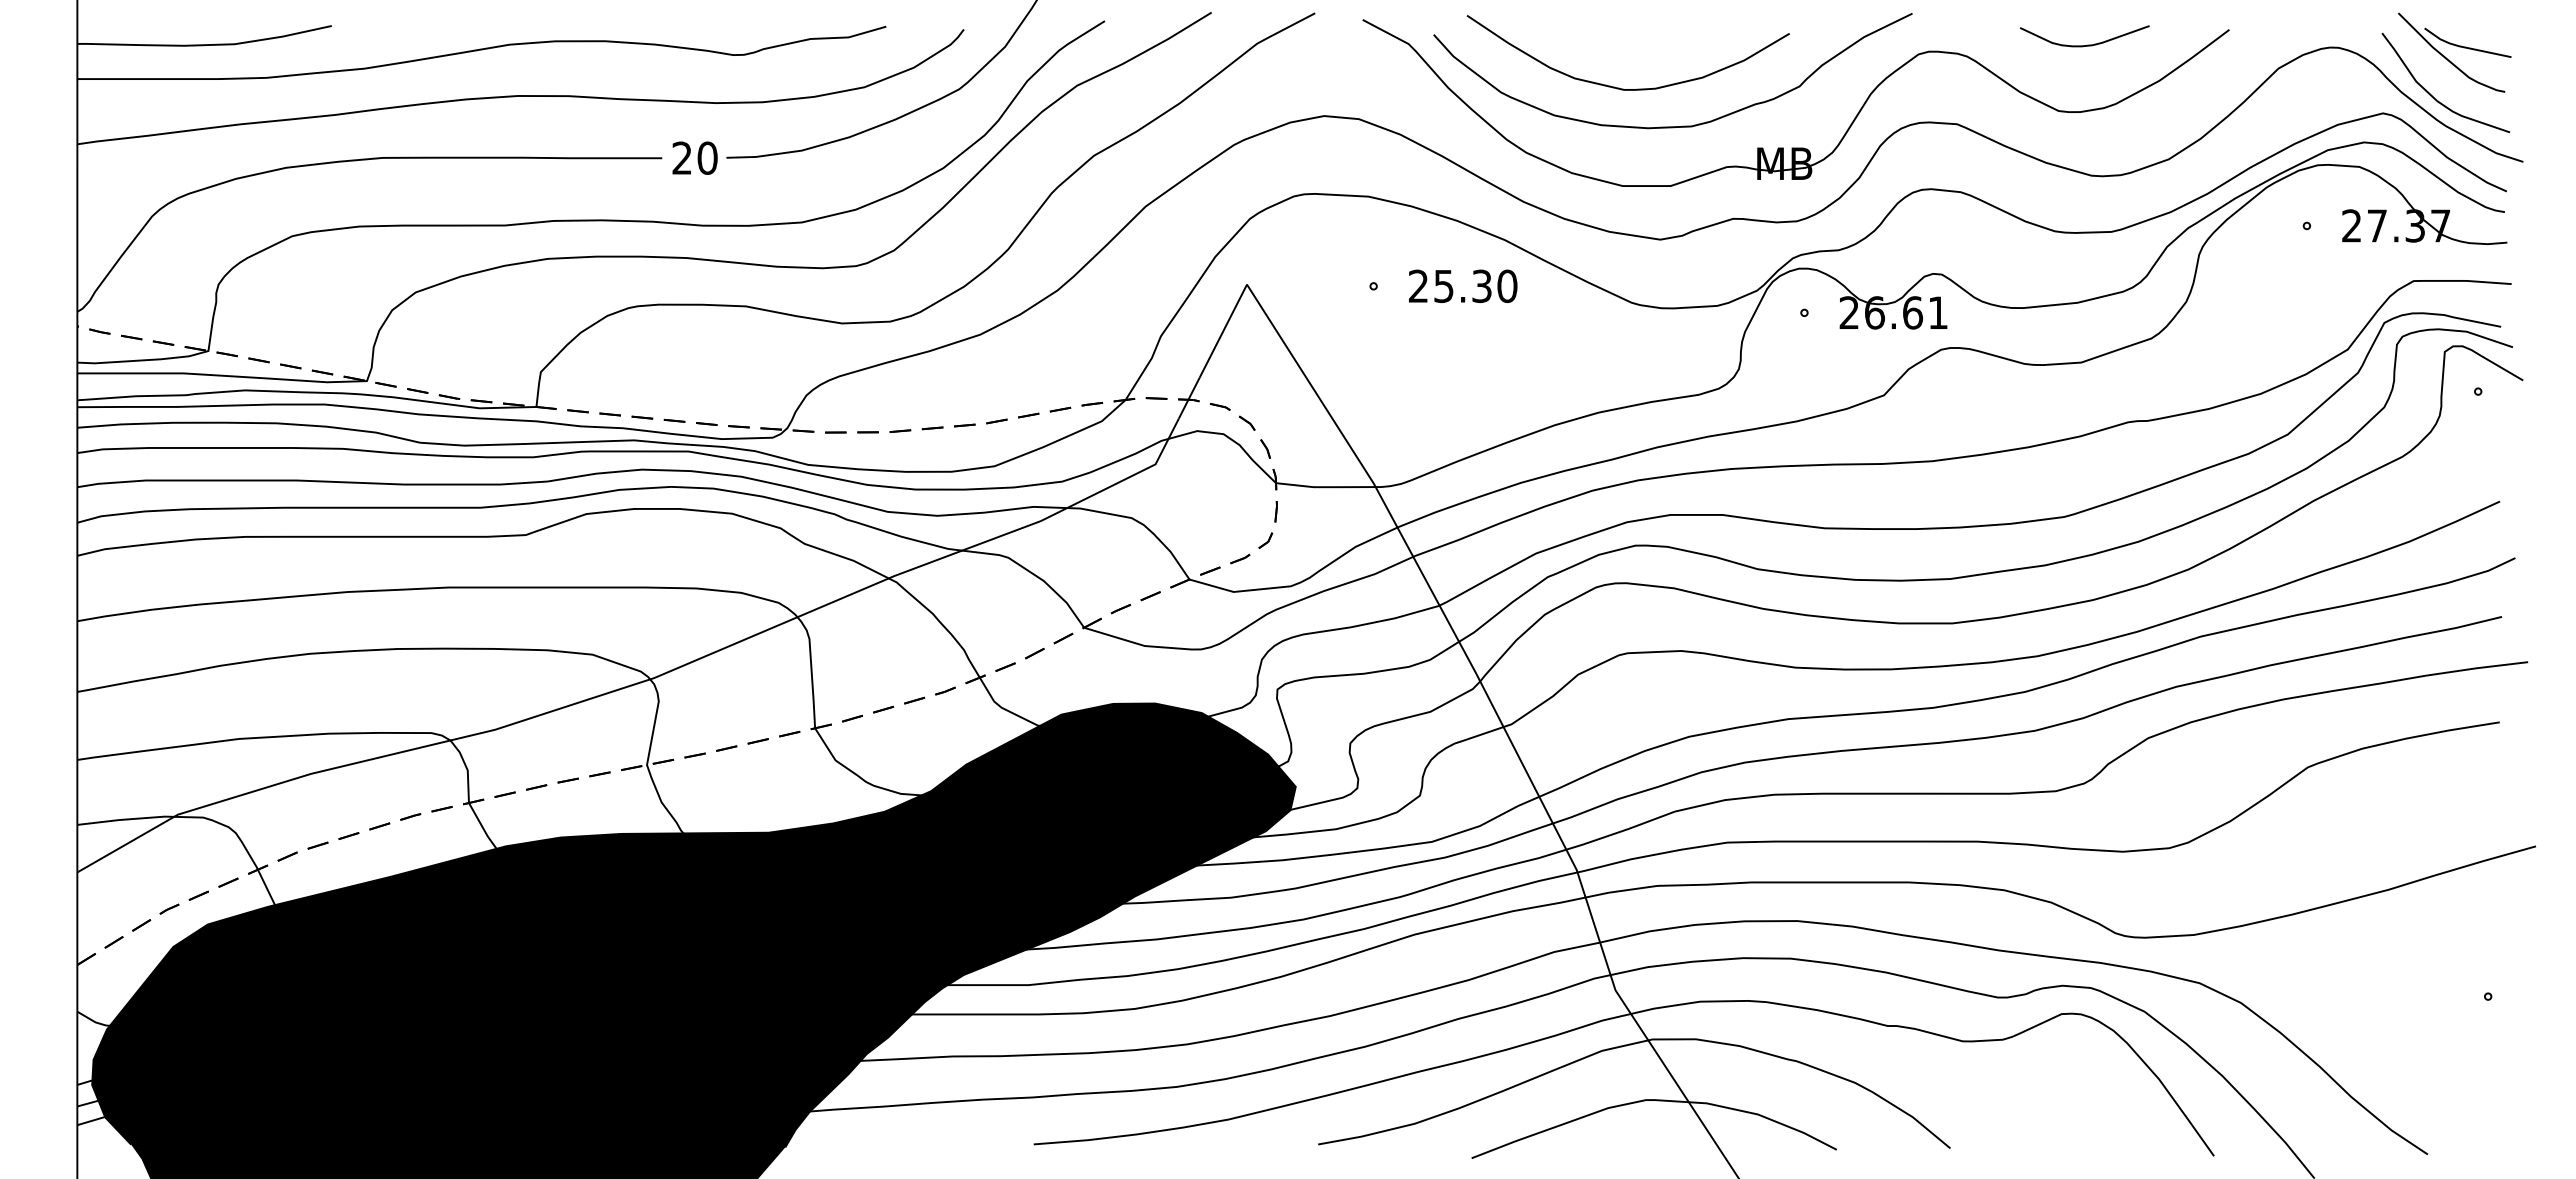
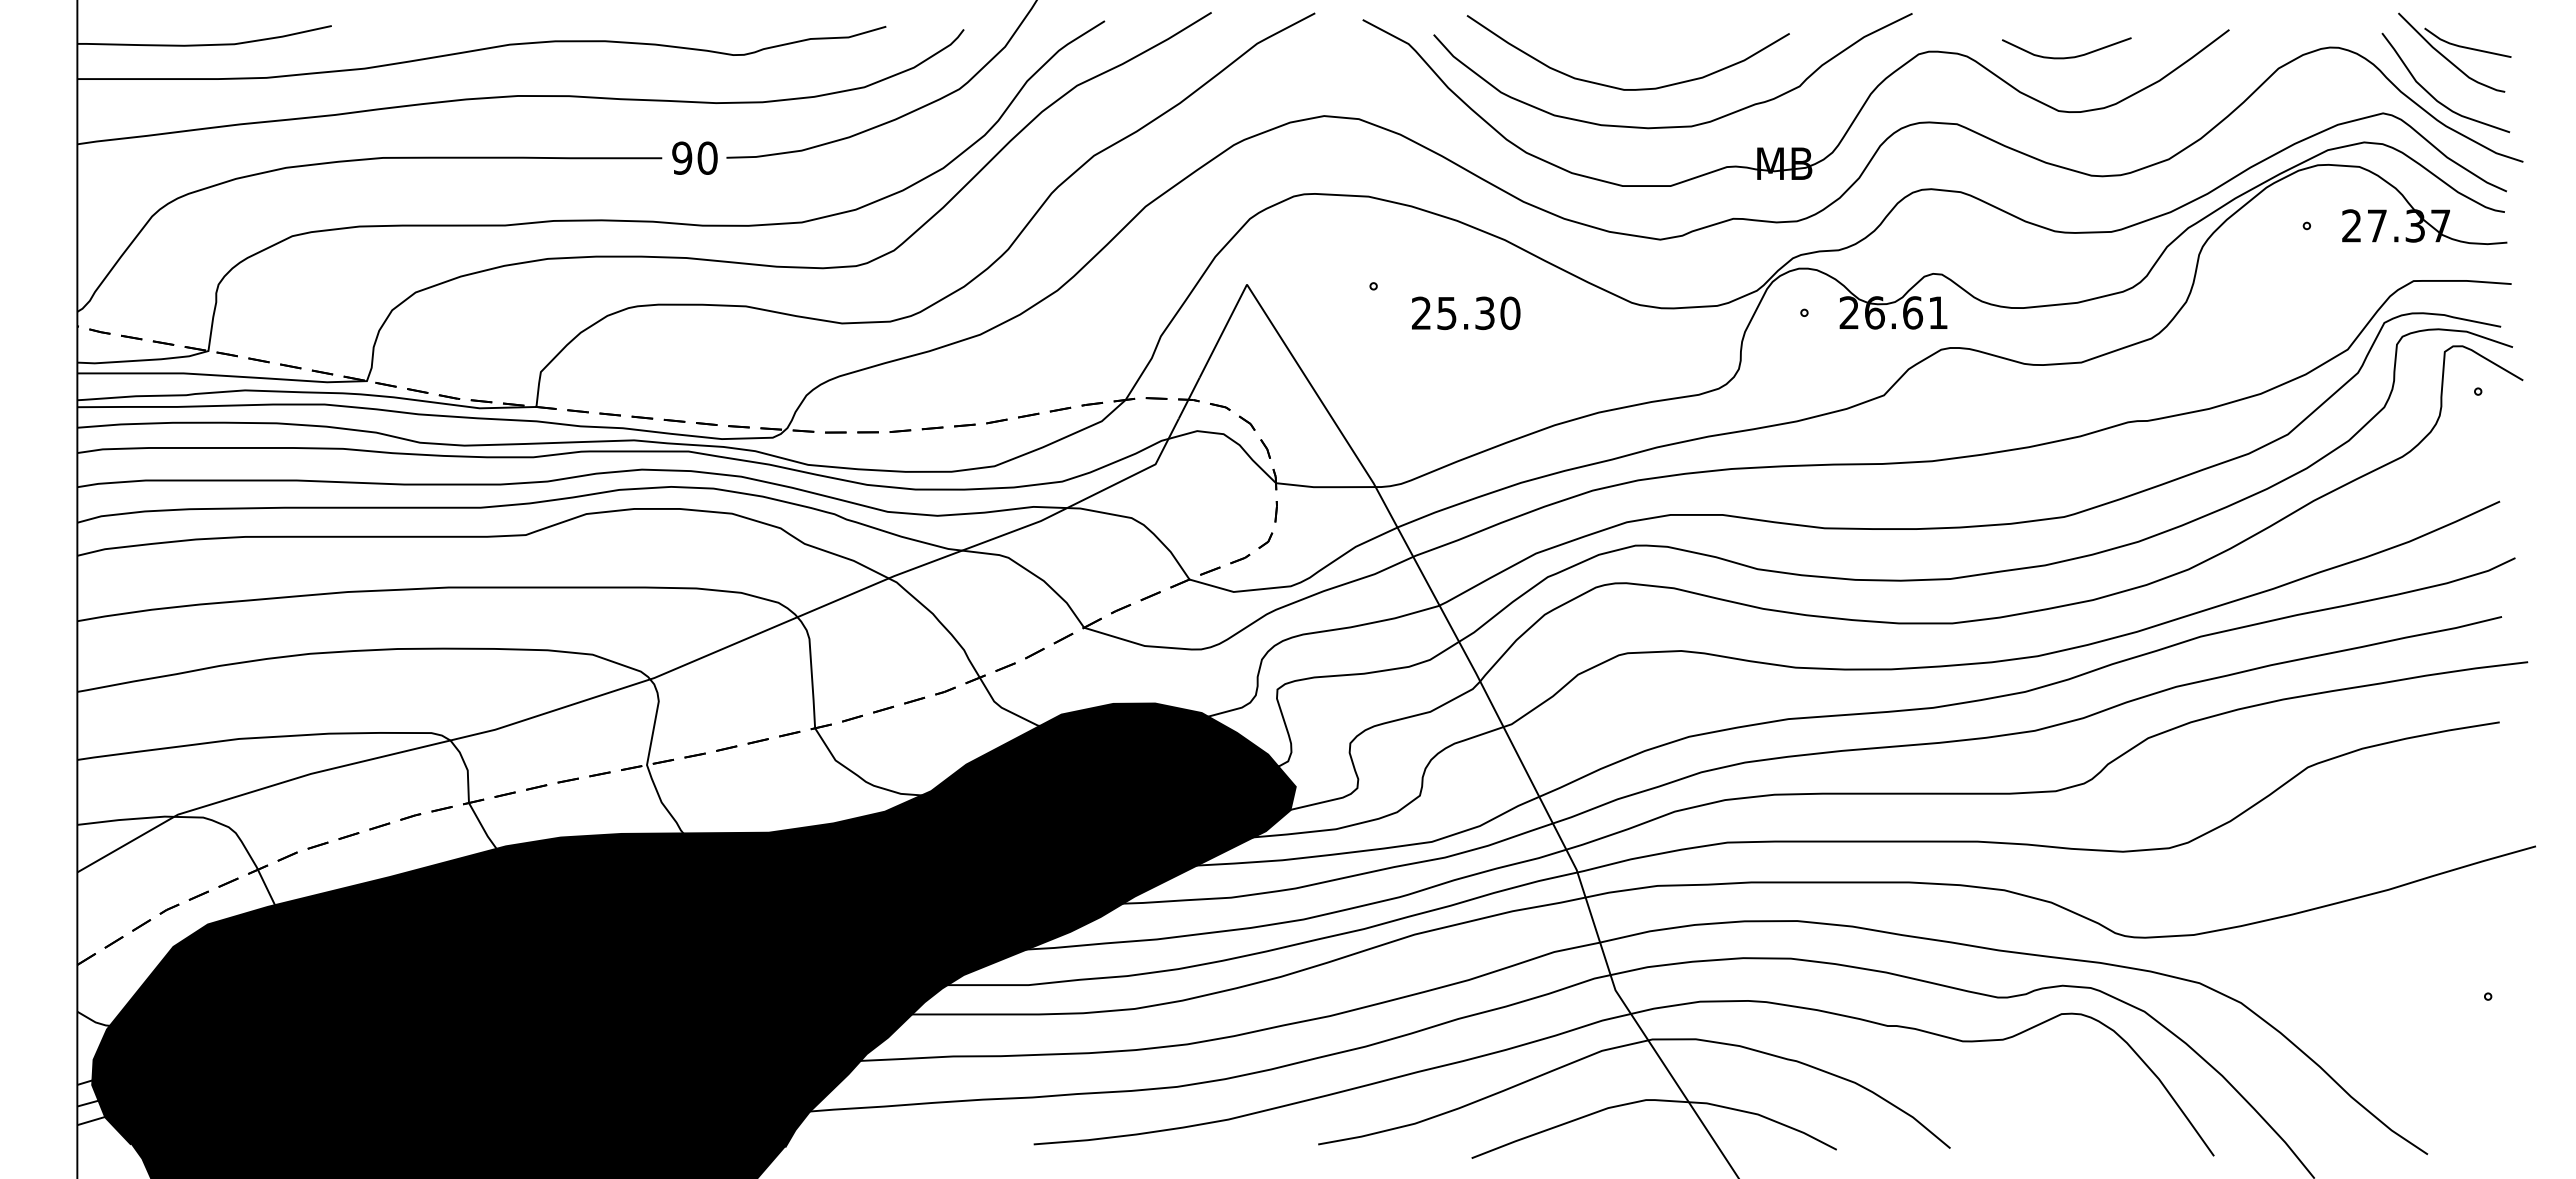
curve at (2087, 44) position: (2087, 44) -> (2069, 56)
text at (682, 157): 20 -> 90
text at (1463, 286) position: (1463, 286) -> (1466, 313)
